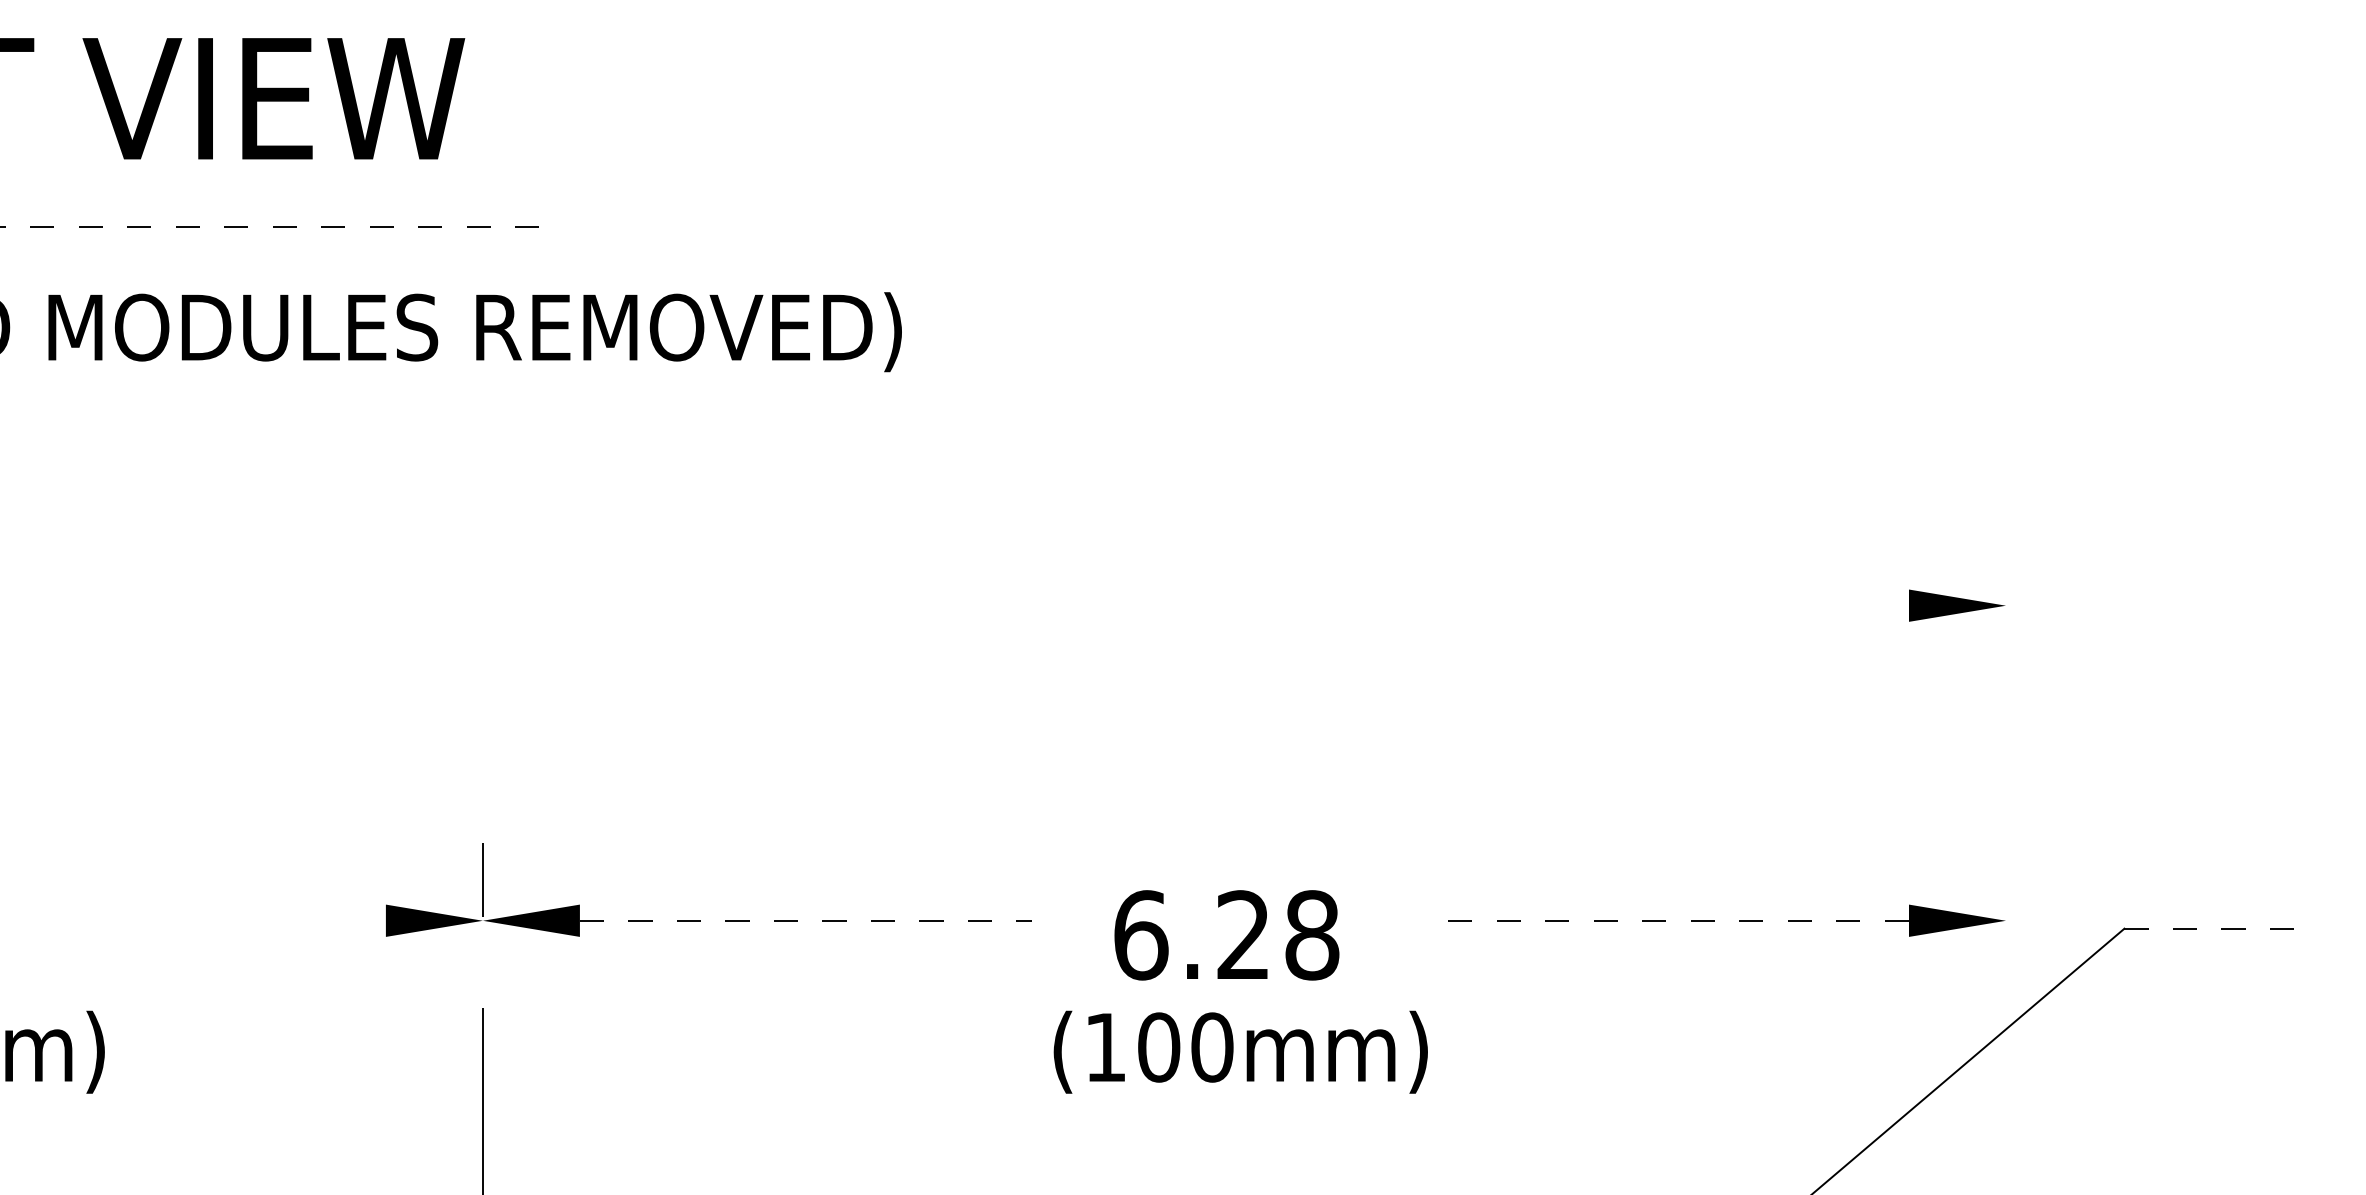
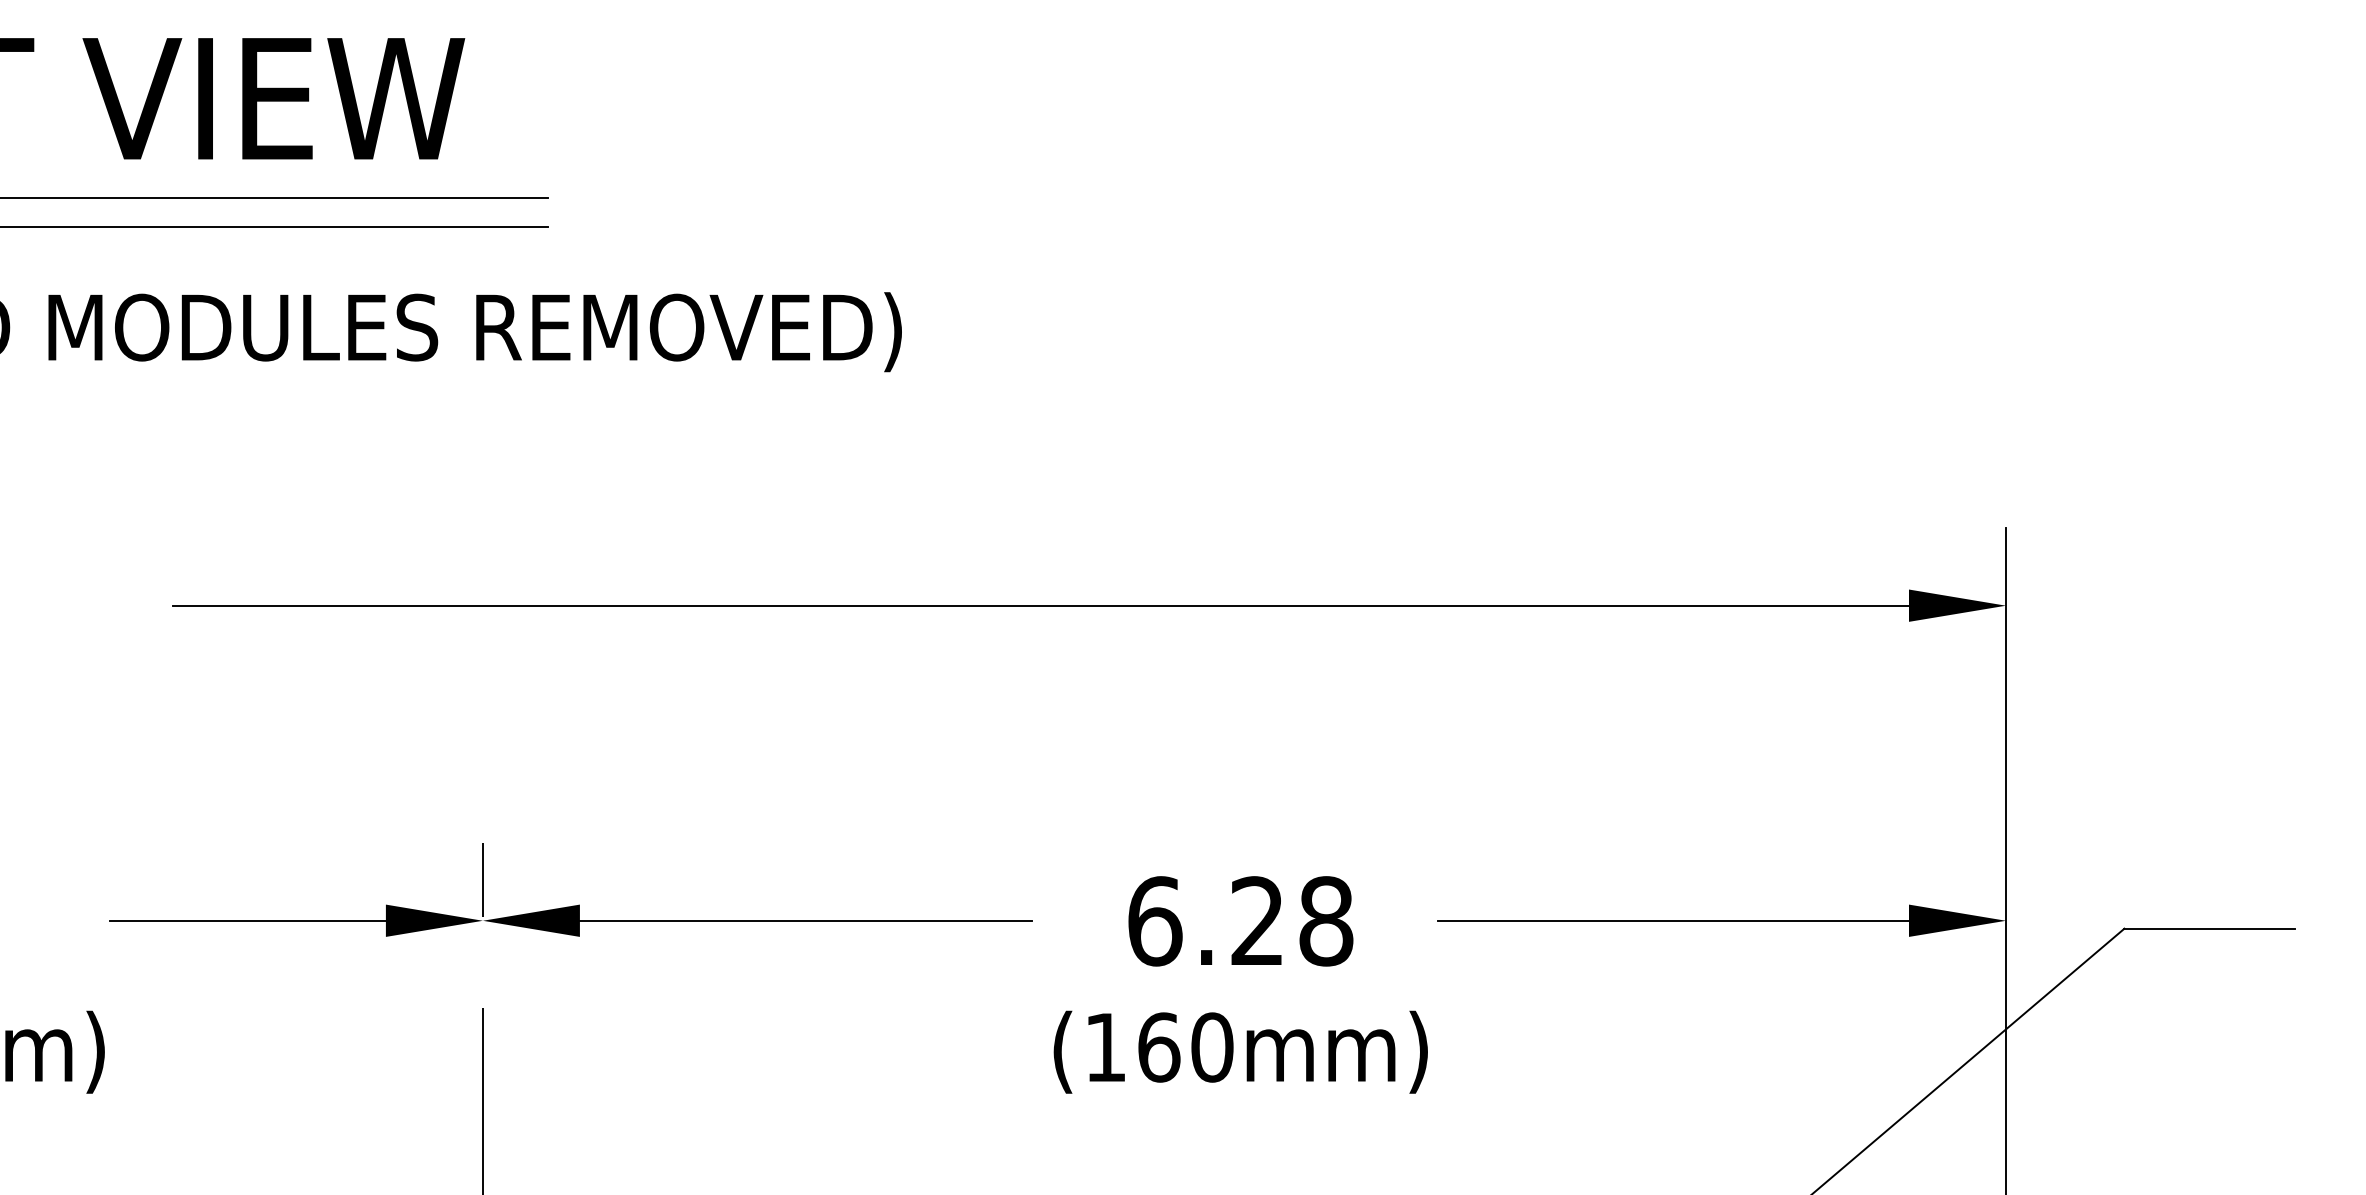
line at (275, 198): none -> present
line at (274, 227): dashed -> solid
line at (1040, 605): none -> present
line at (2006, 859): none -> present
line at (247, 920): none -> present
line at (805, 920): dashed -> solid
line at (1673, 920): dashed -> solid
line at (2210, 928): dashed -> solid
text at (1226, 935) position: (1226, 935) -> (1240, 921)
text at (1159, 1047): (100mm) -> (160mm)
